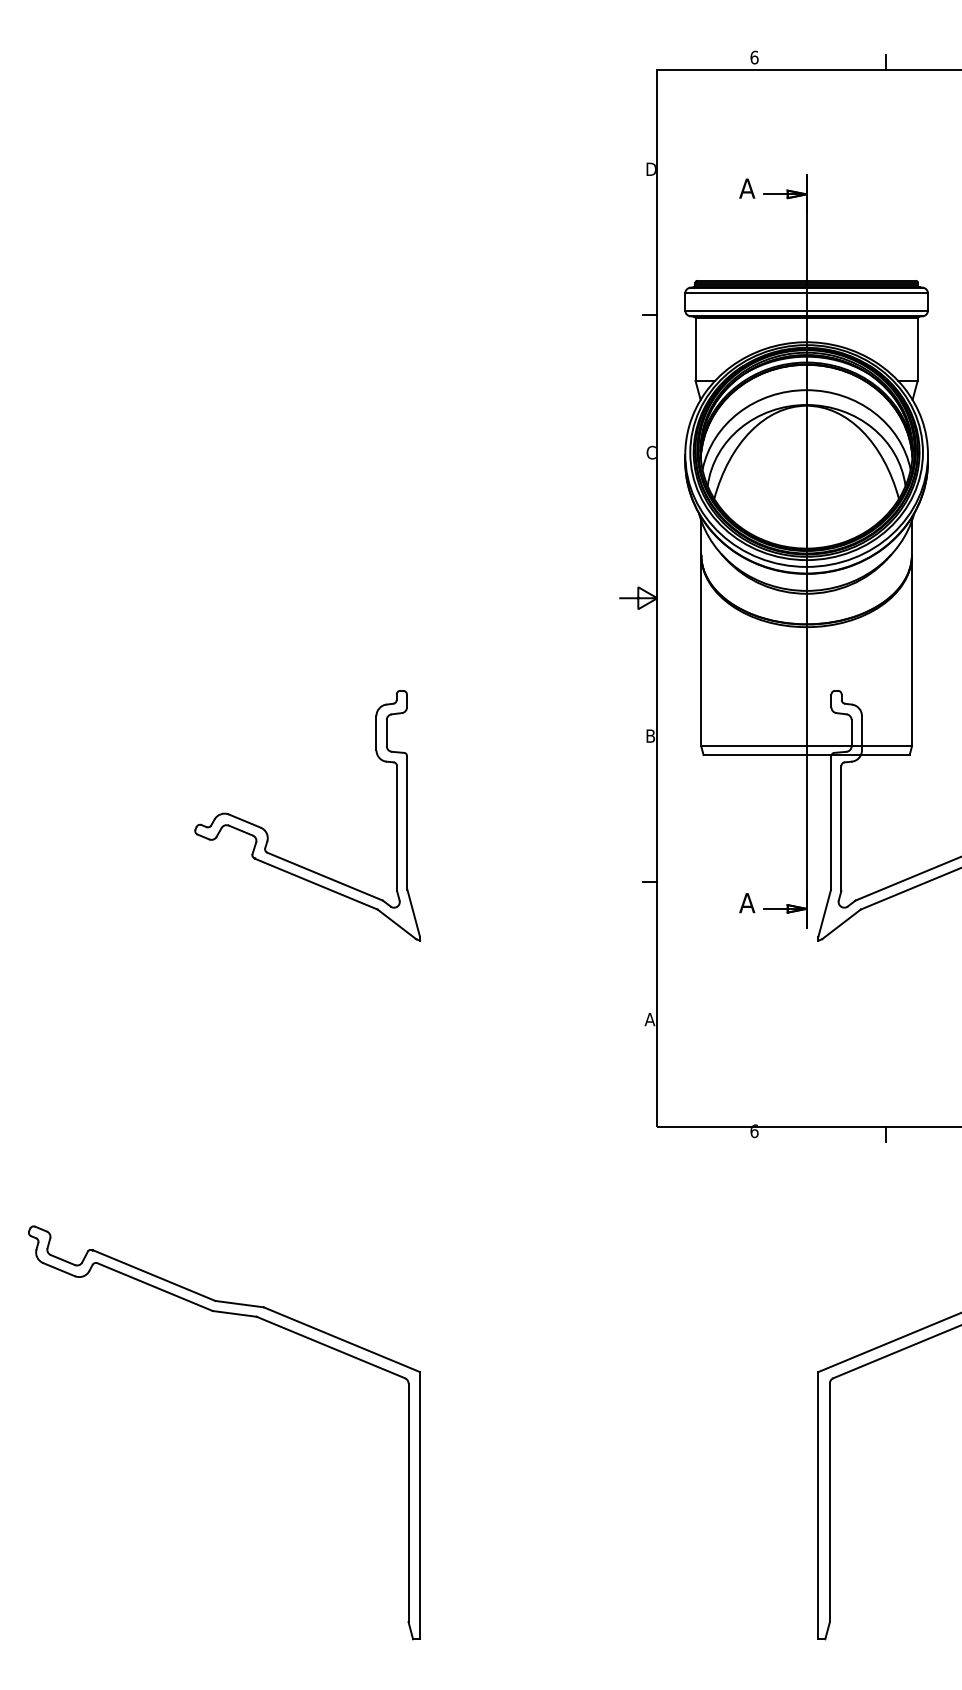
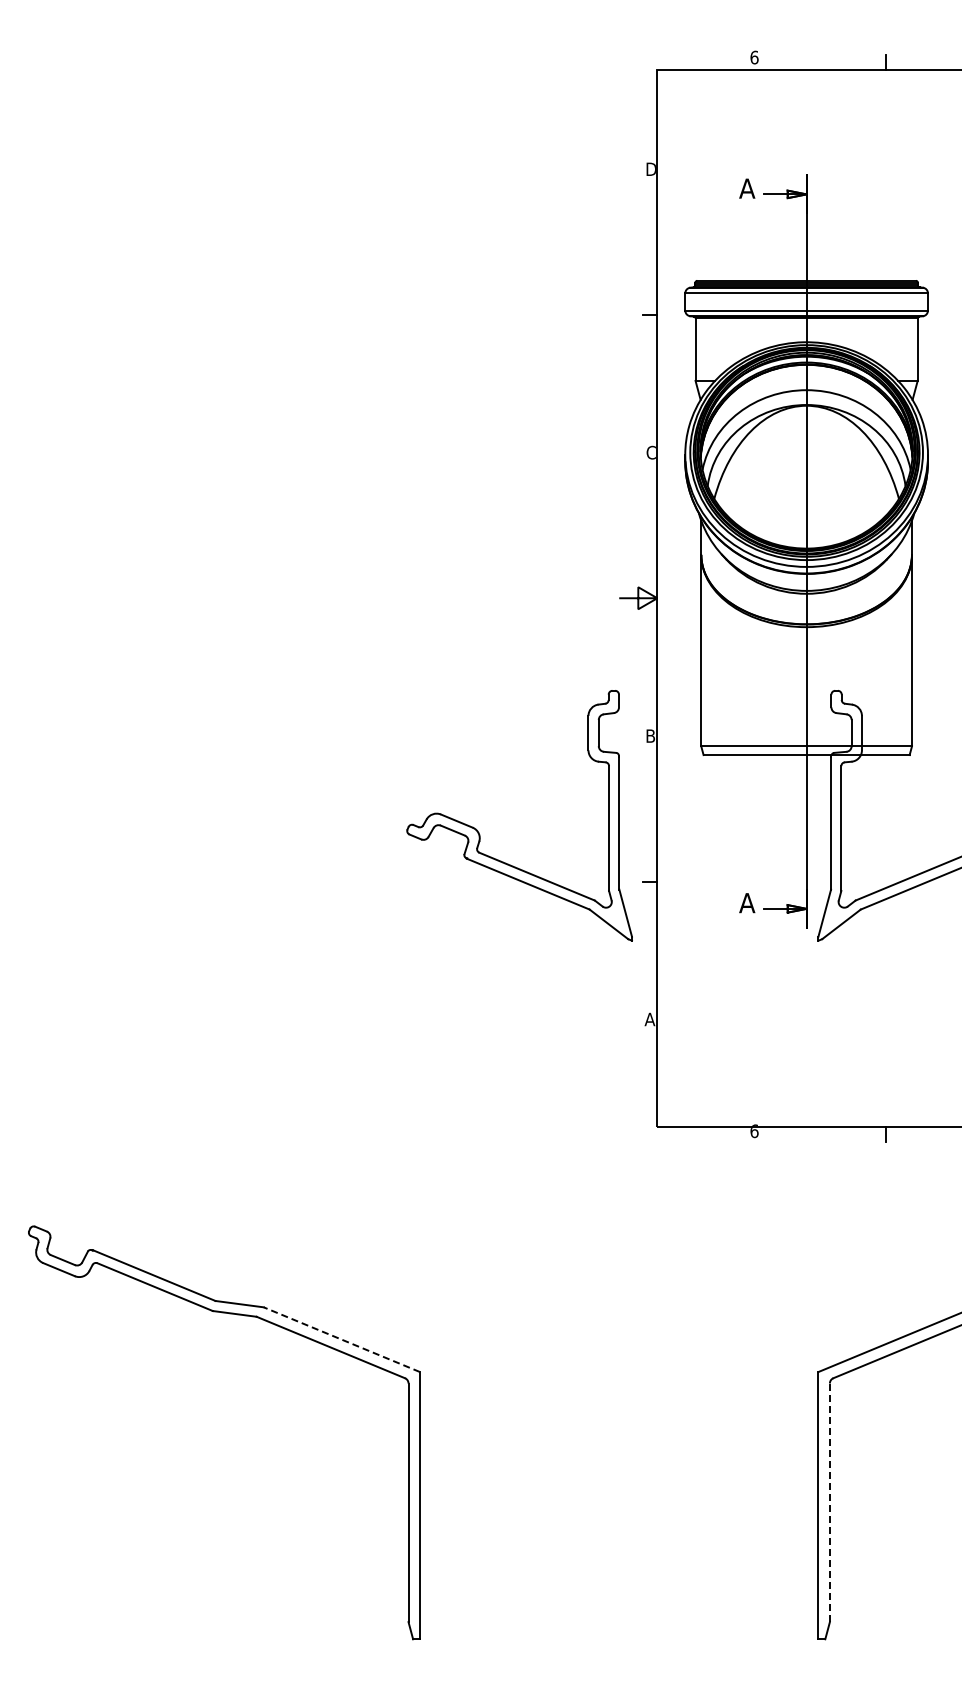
part at (268, 834) position: (268, 834) -> (480, 834)
line at (341, 1339): solid -> dashed
line at (829, 1502): solid -> dashed
